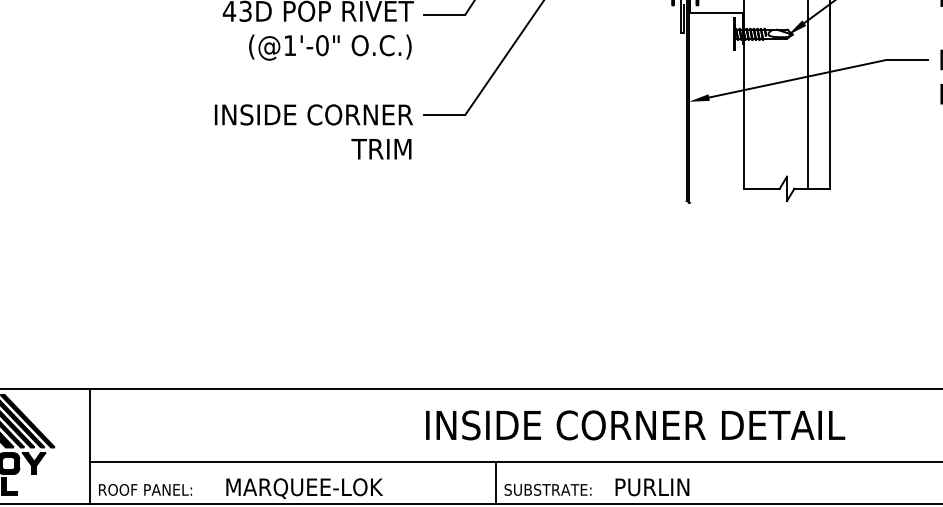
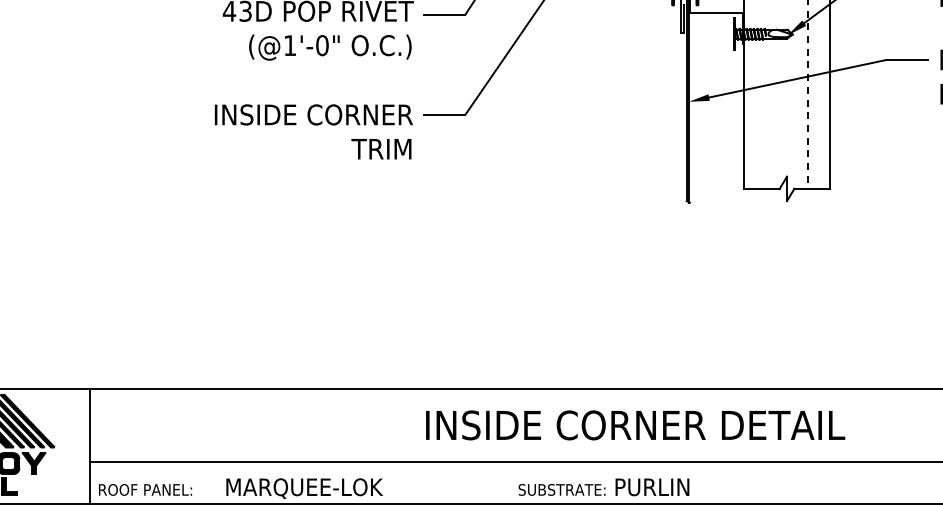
line at (808, 94): solid -> dashed
line at (496, 482): present -> none
text at (547, 489) position: (547, 489) -> (561, 489)
